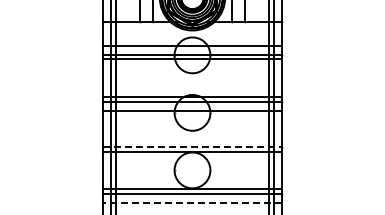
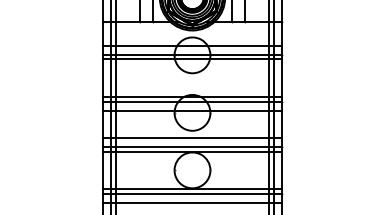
line at (192, 137): none -> present
line at (192, 146): dashed -> solid
line at (192, 203): dashed -> solid
